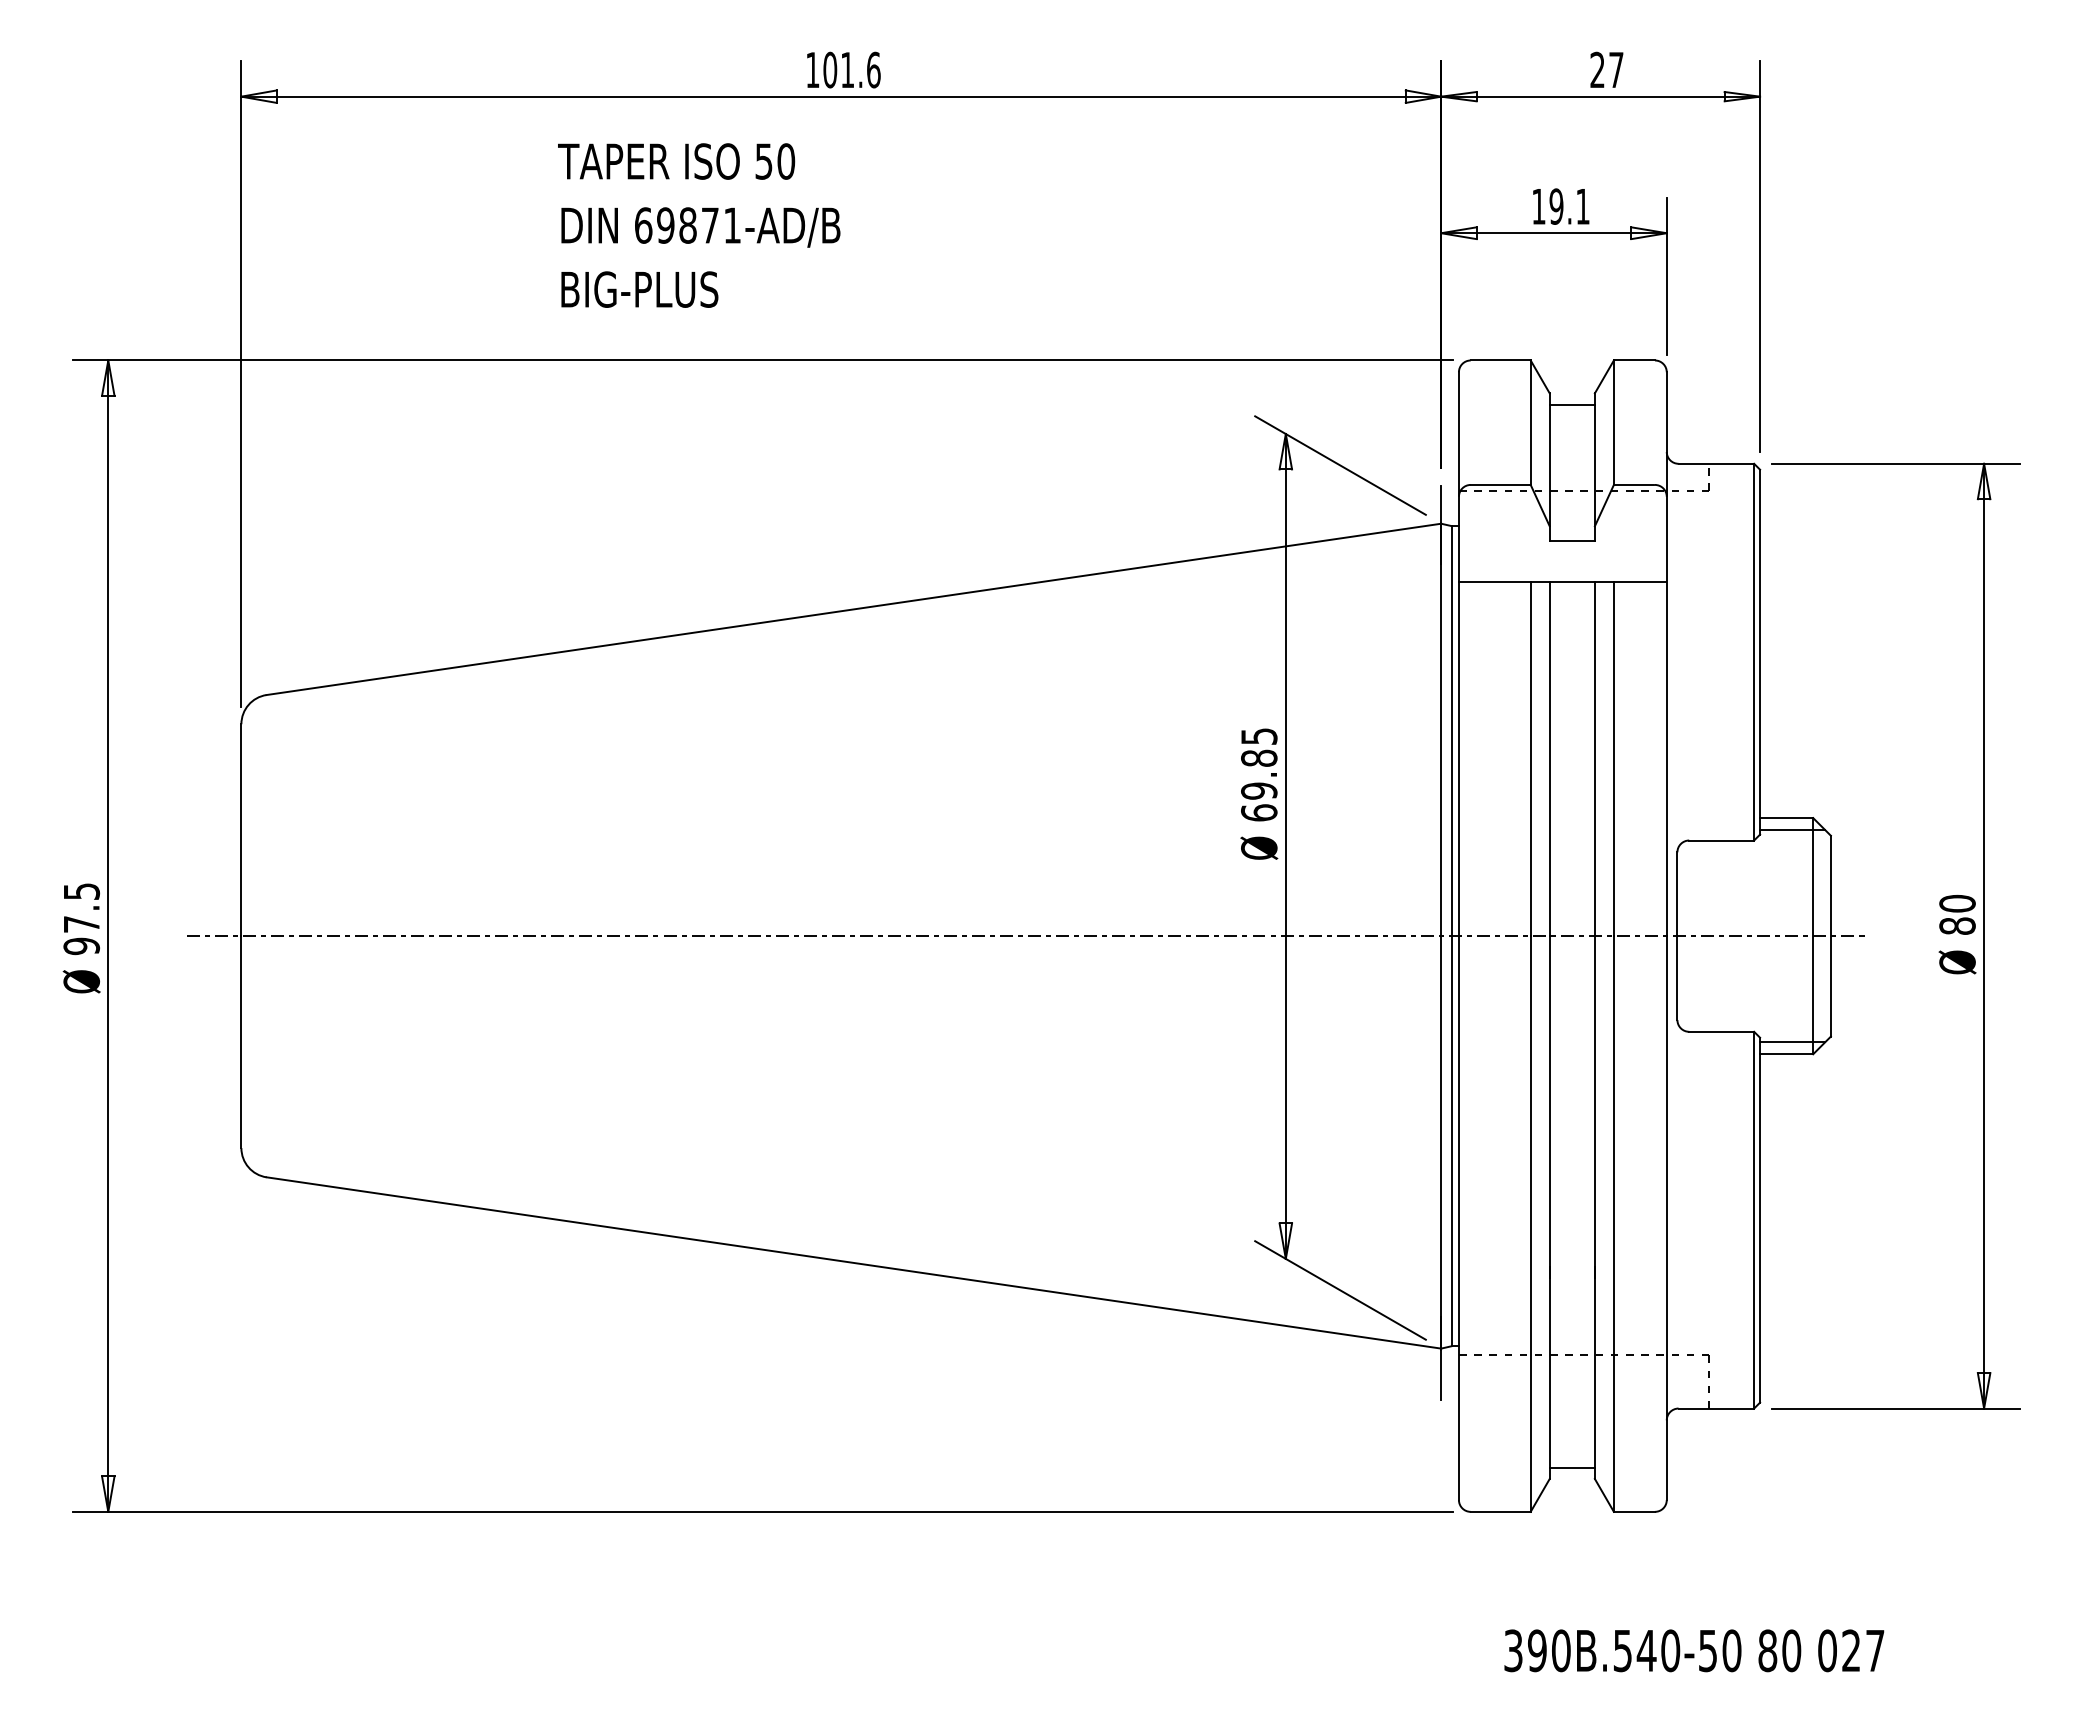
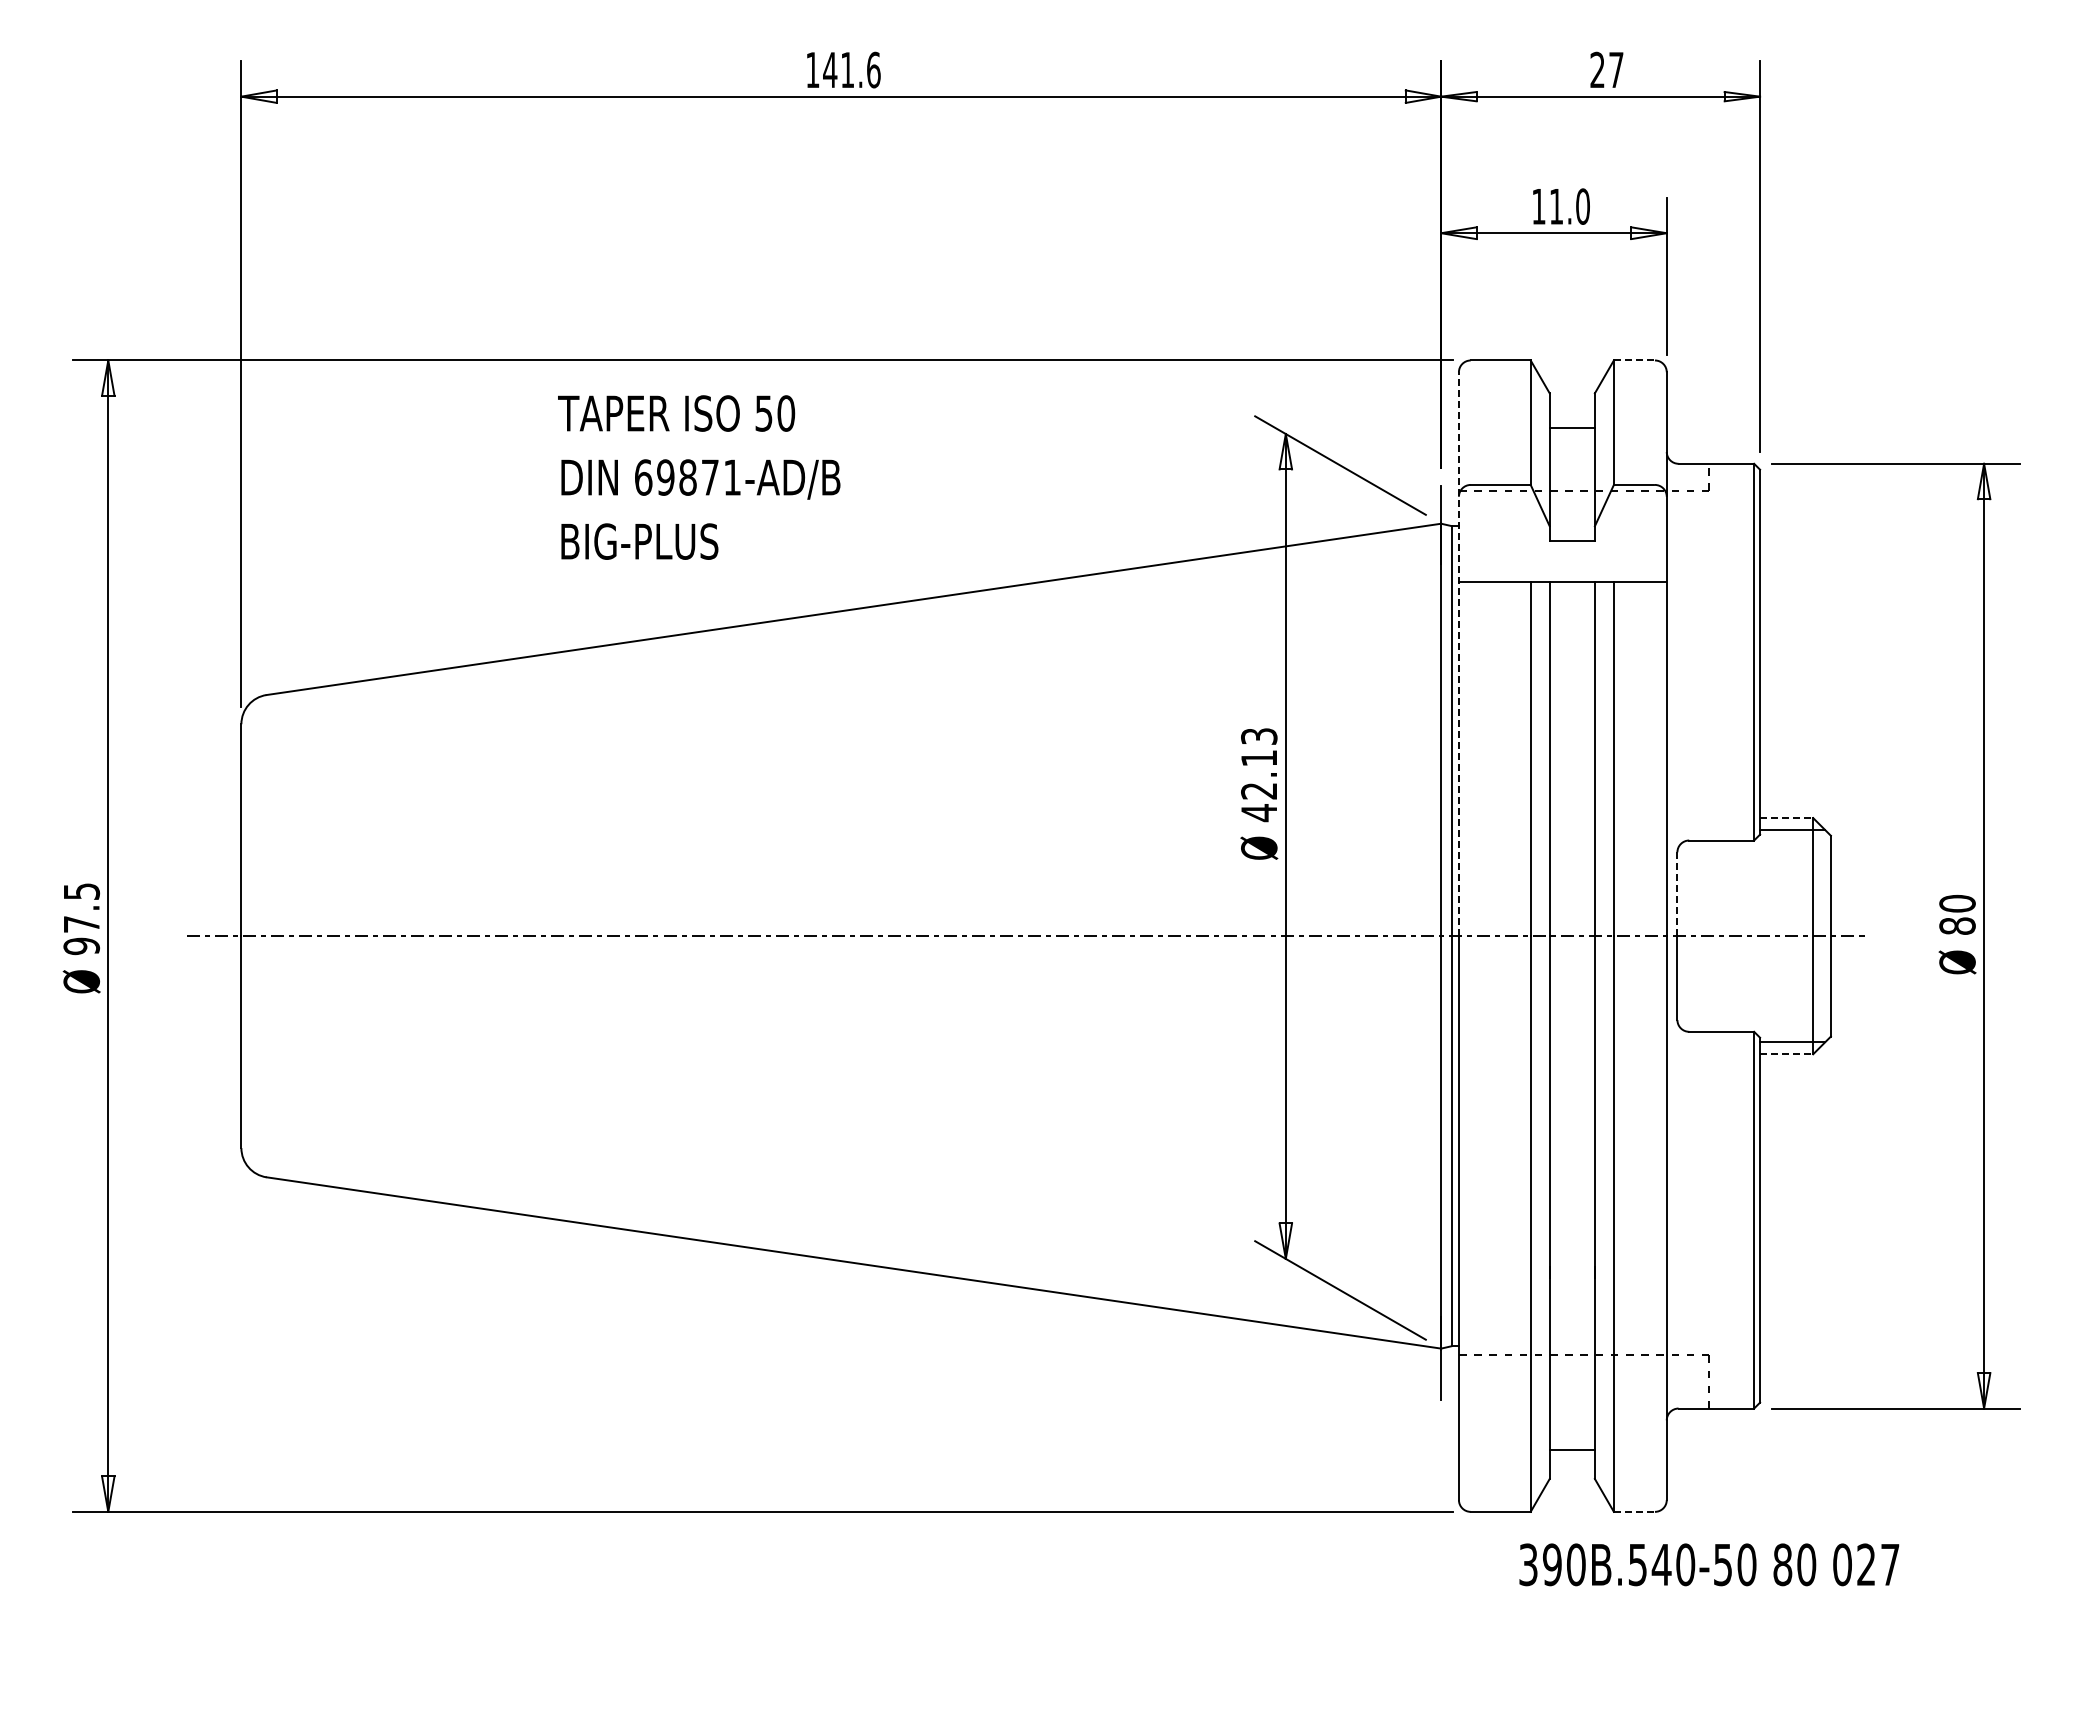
text at (830, 69): 101.6 -> 141.6
text at (1569, 206): 19.1 -> 11.0
text at (699, 225) position: (699, 225) -> (699, 477)
line at (1634, 360): solid -> dashed
line at (1571, 404) position: (1571, 404) -> (1571, 427)
line at (1458, 654): solid -> dashed
text at (1259, 775): 69.85 -> 42.13
line at (1786, 818): solid -> dashed
line at (1677, 894): solid -> dashed
line at (1786, 1054): solid -> dashed
line at (1571, 1467) position: (1571, 1467) -> (1571, 1449)
line at (1634, 1511): solid -> dashed
text at (1694, 1650) position: (1694, 1650) -> (1709, 1564)
